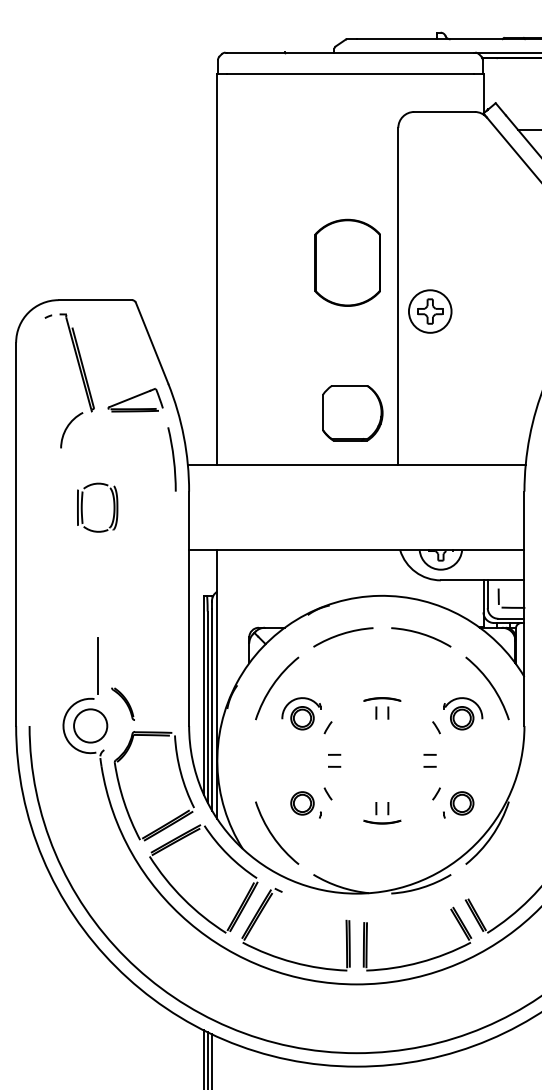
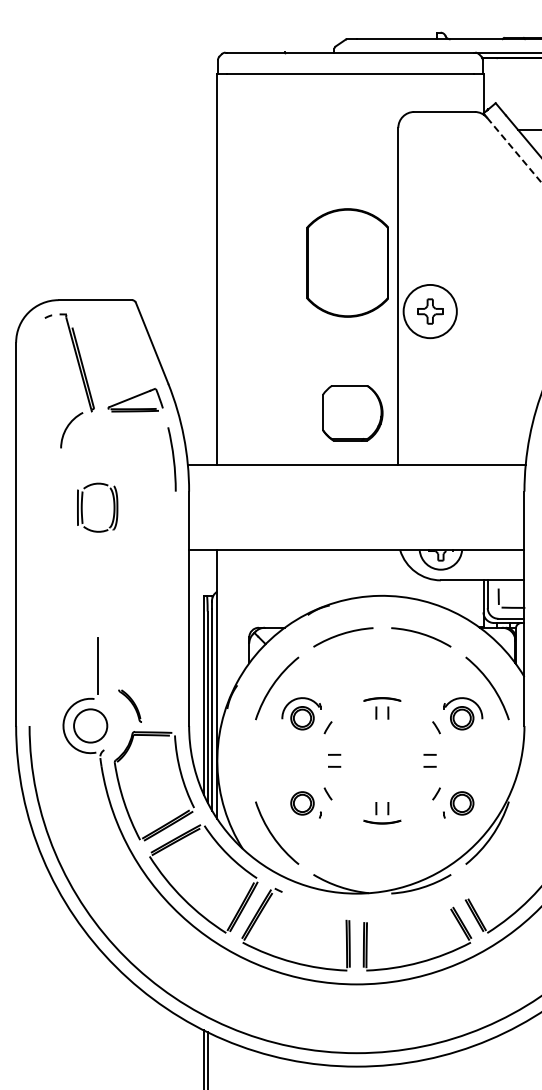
line at (513, 149): solid -> dashed
part at (347, 262) size: 67x89 px -> 83x110 px
circle at (429, 311) diameter: 43 px -> 53 px
part at (122, 703) position: (122, 703) -> (129, 705)
line at (212, 1060): present -> none
